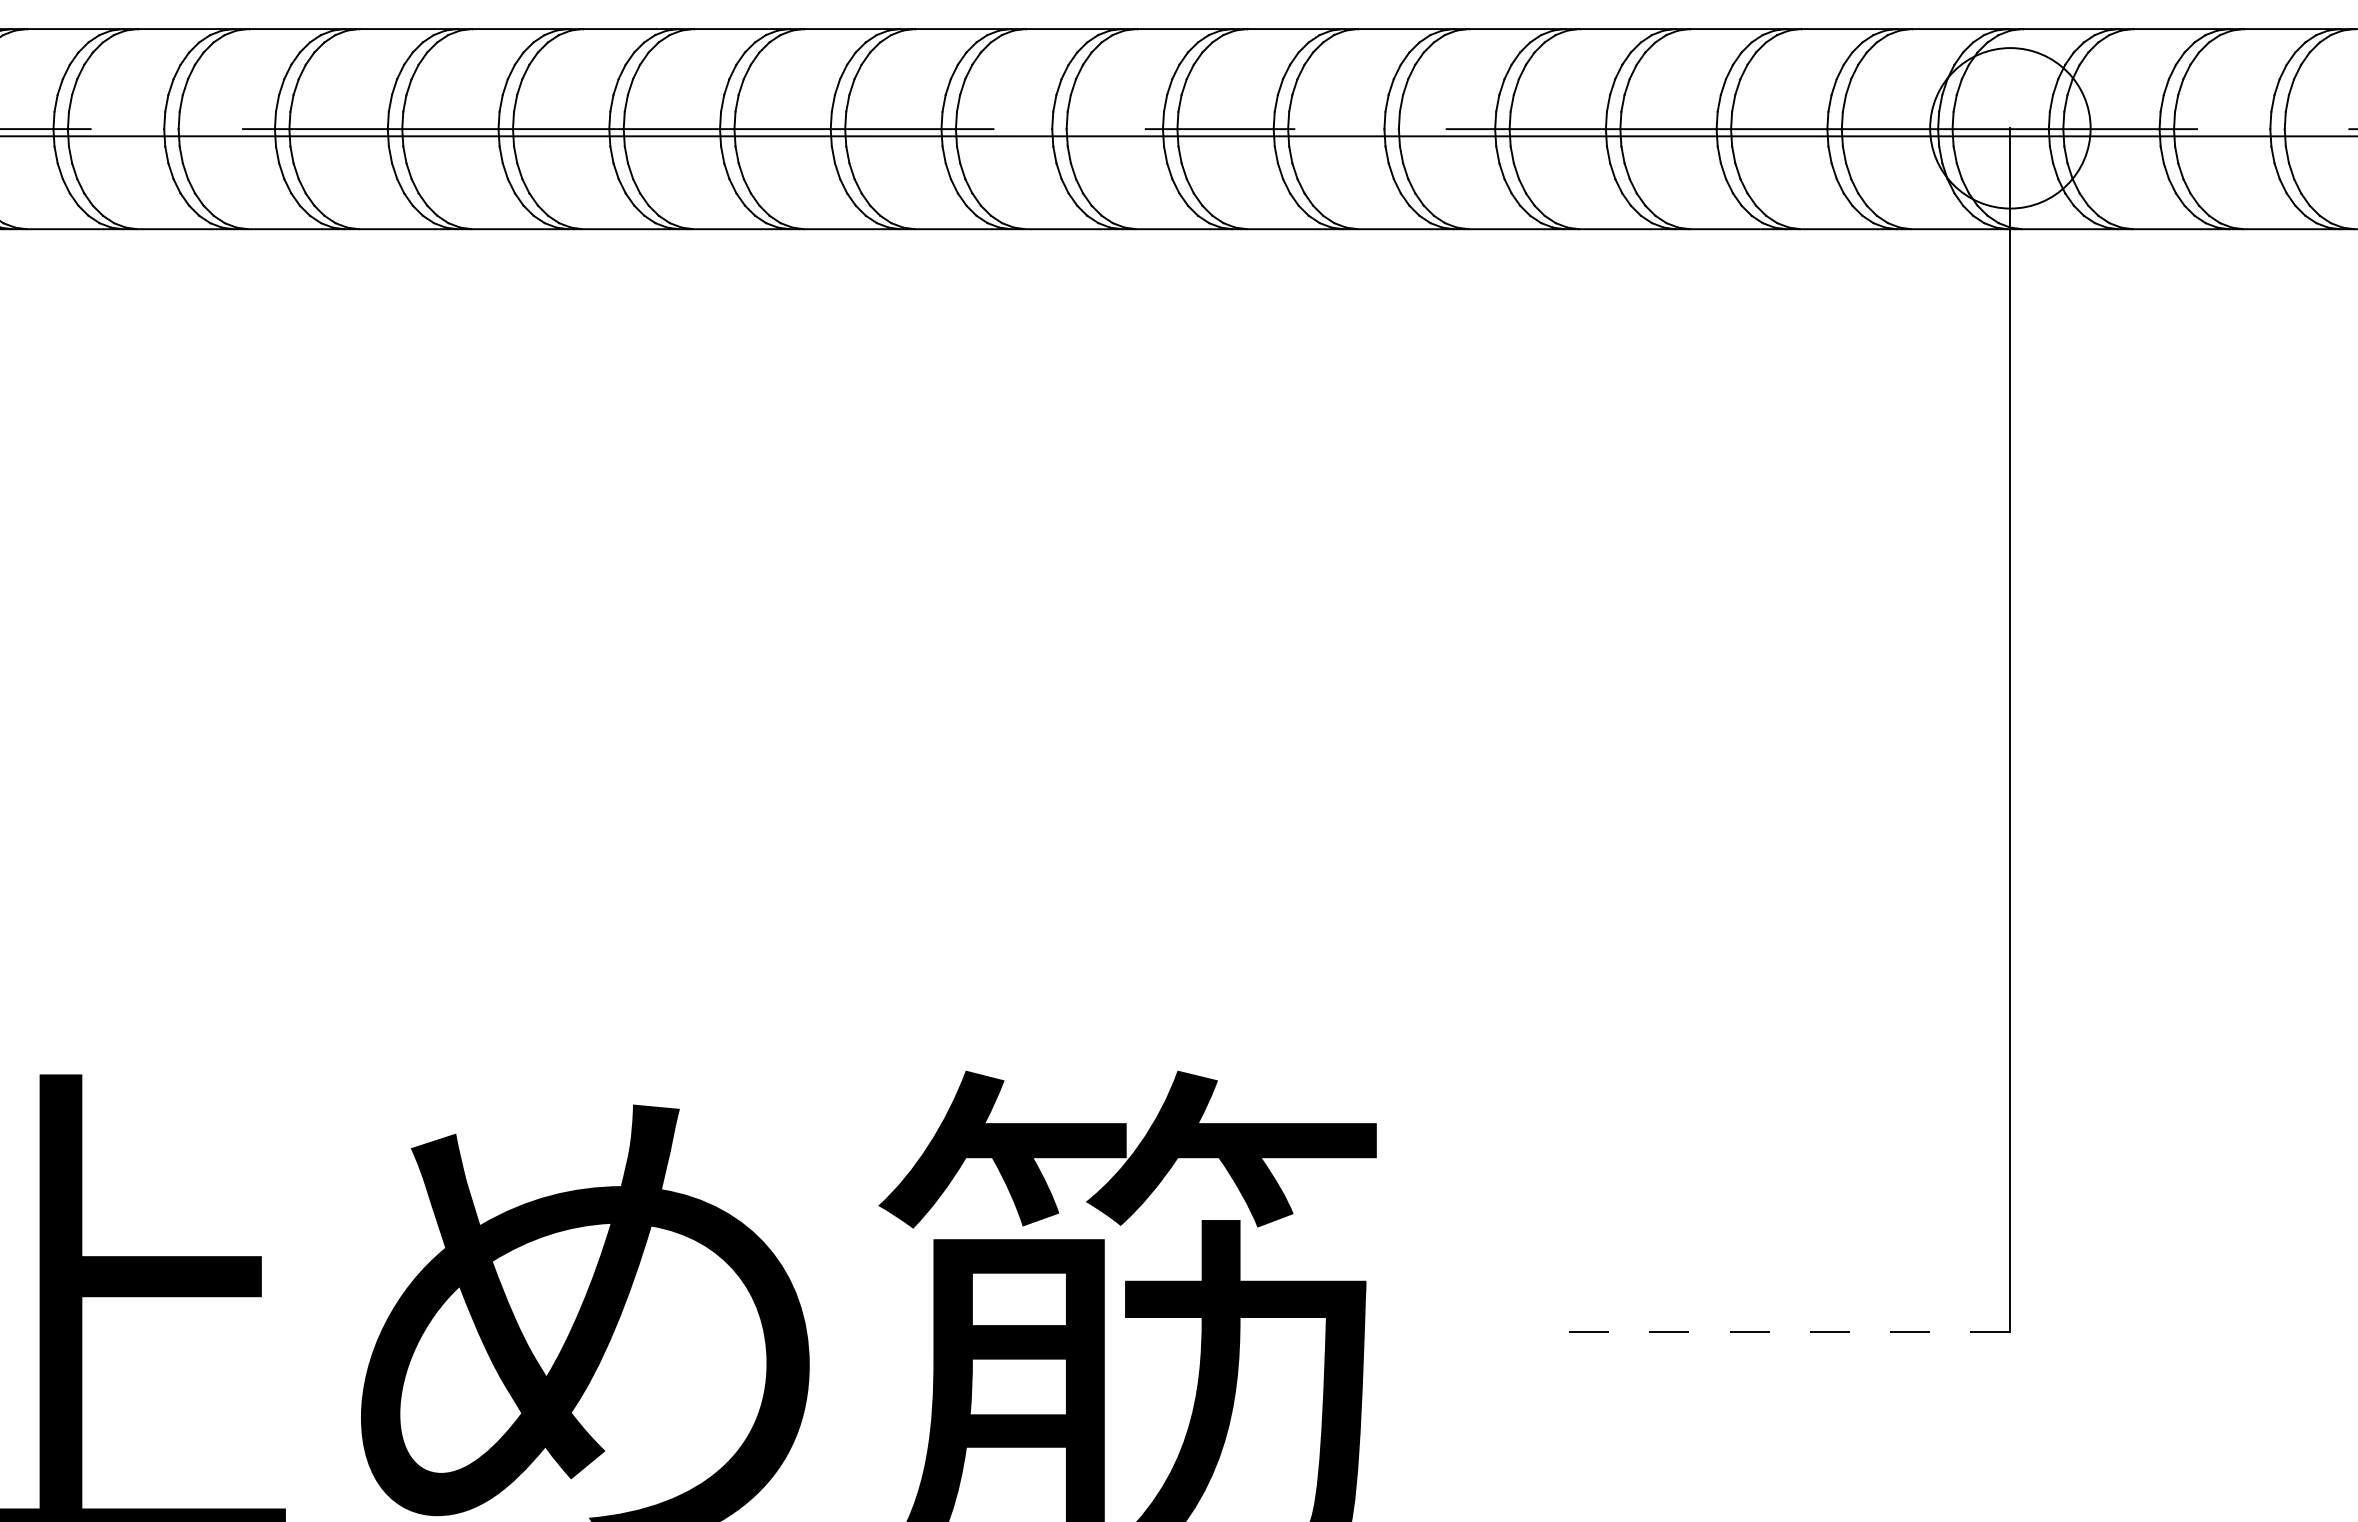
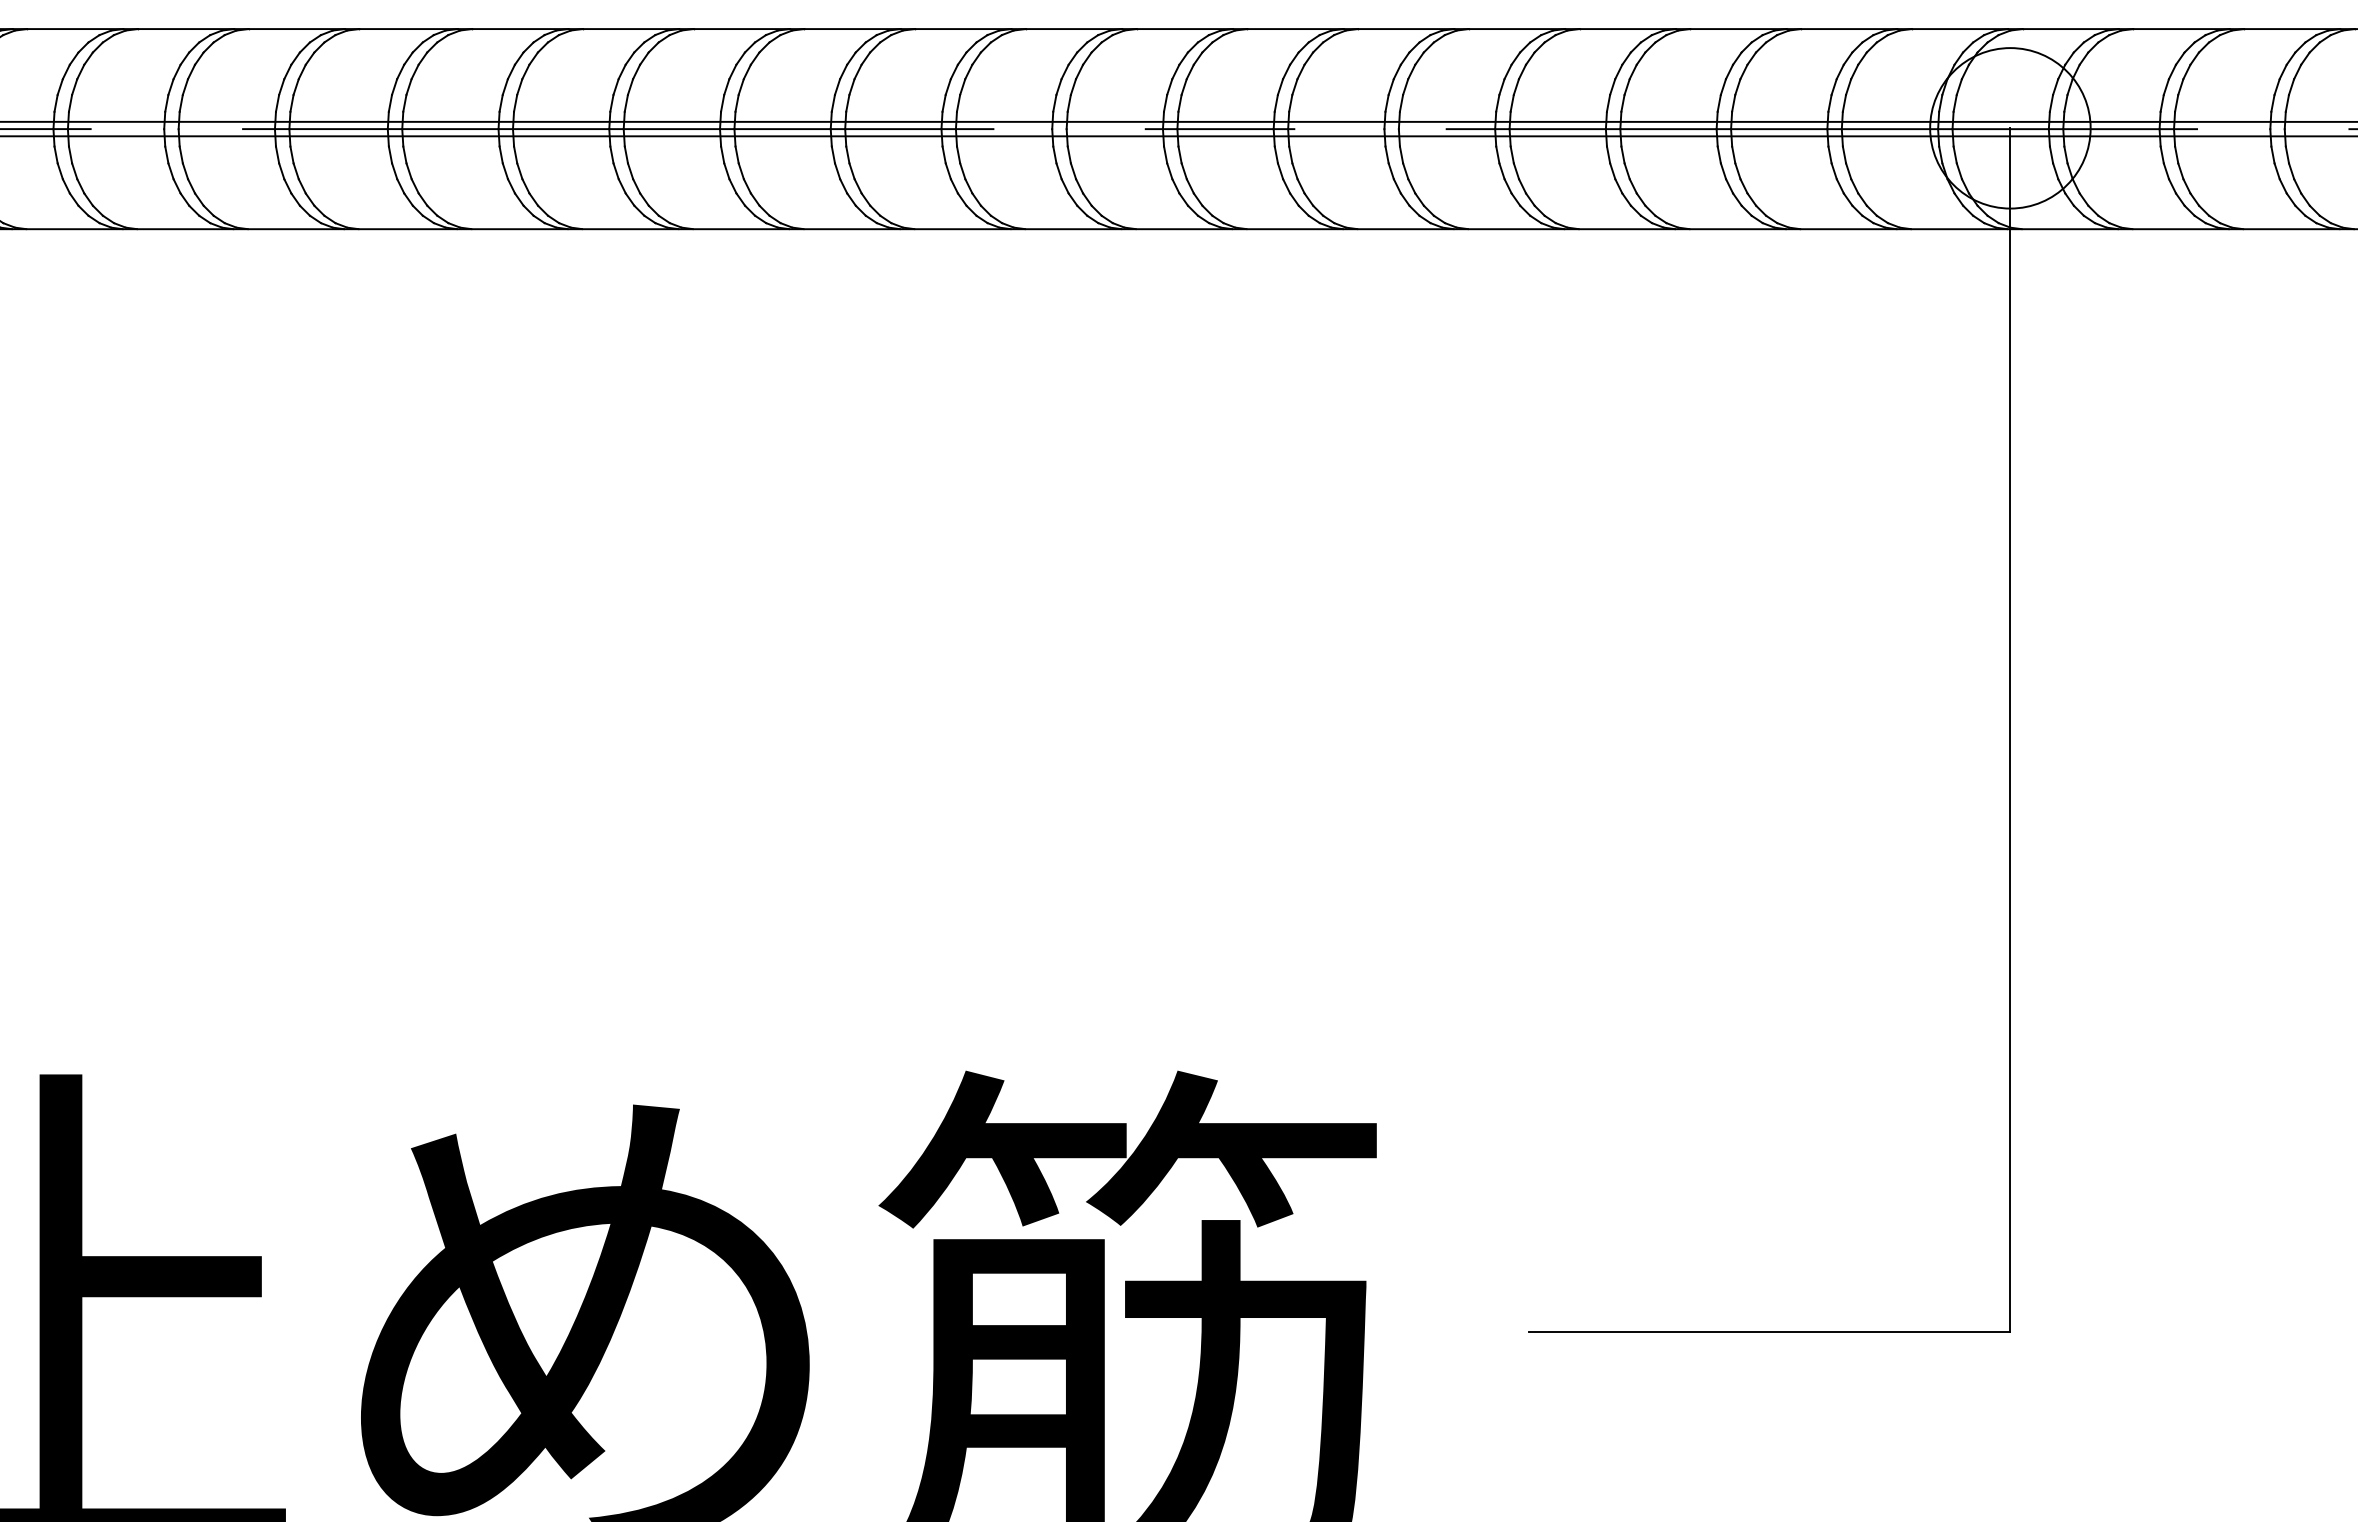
line at (1178, 121): none -> present
line at (1769, 1331): dashed -> solid
